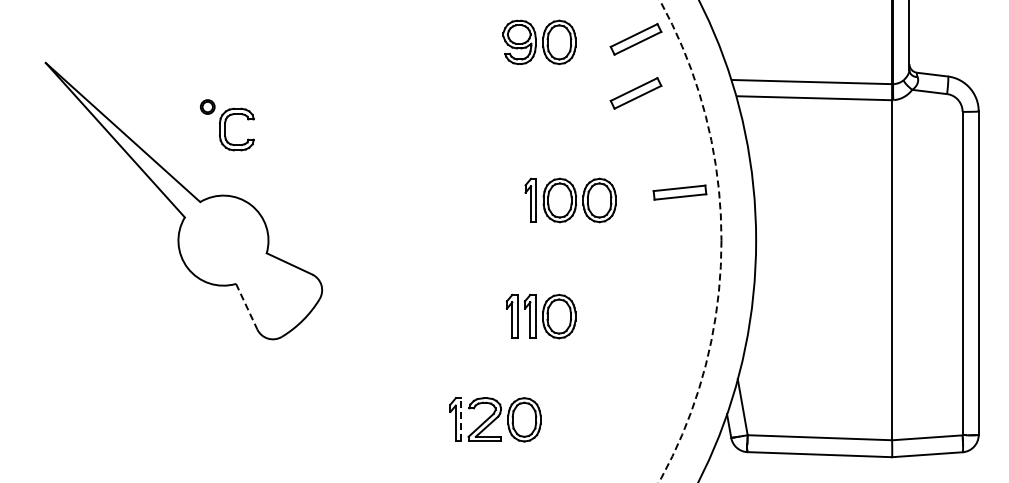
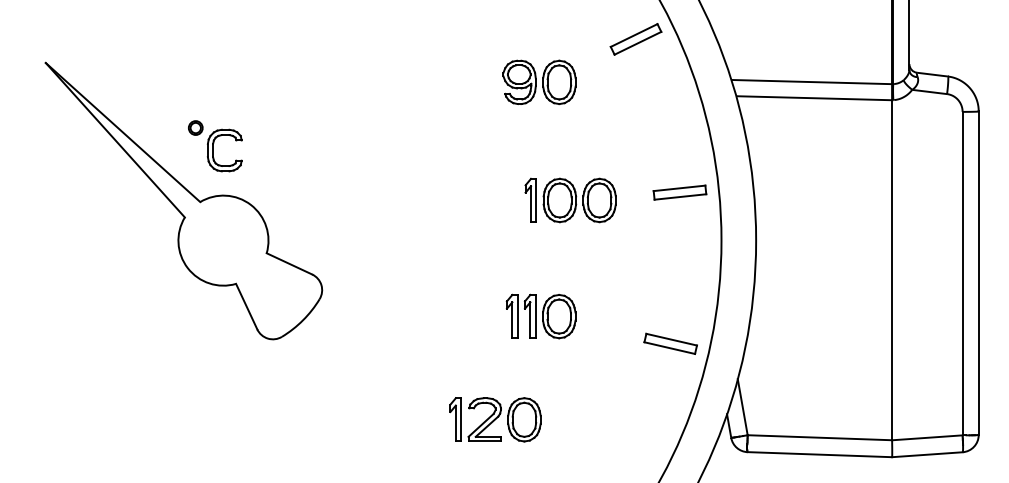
part at (539, 41) position: (539, 41) -> (539, 81)
part at (635, 93): present -> none
part at (227, 125) position: (227, 125) -> (215, 146)
circle at (689, 241): dashed -> solid
line at (246, 307): dashed -> solid
part at (670, 343): none -> present
line at (461, 419): dashed -> solid
